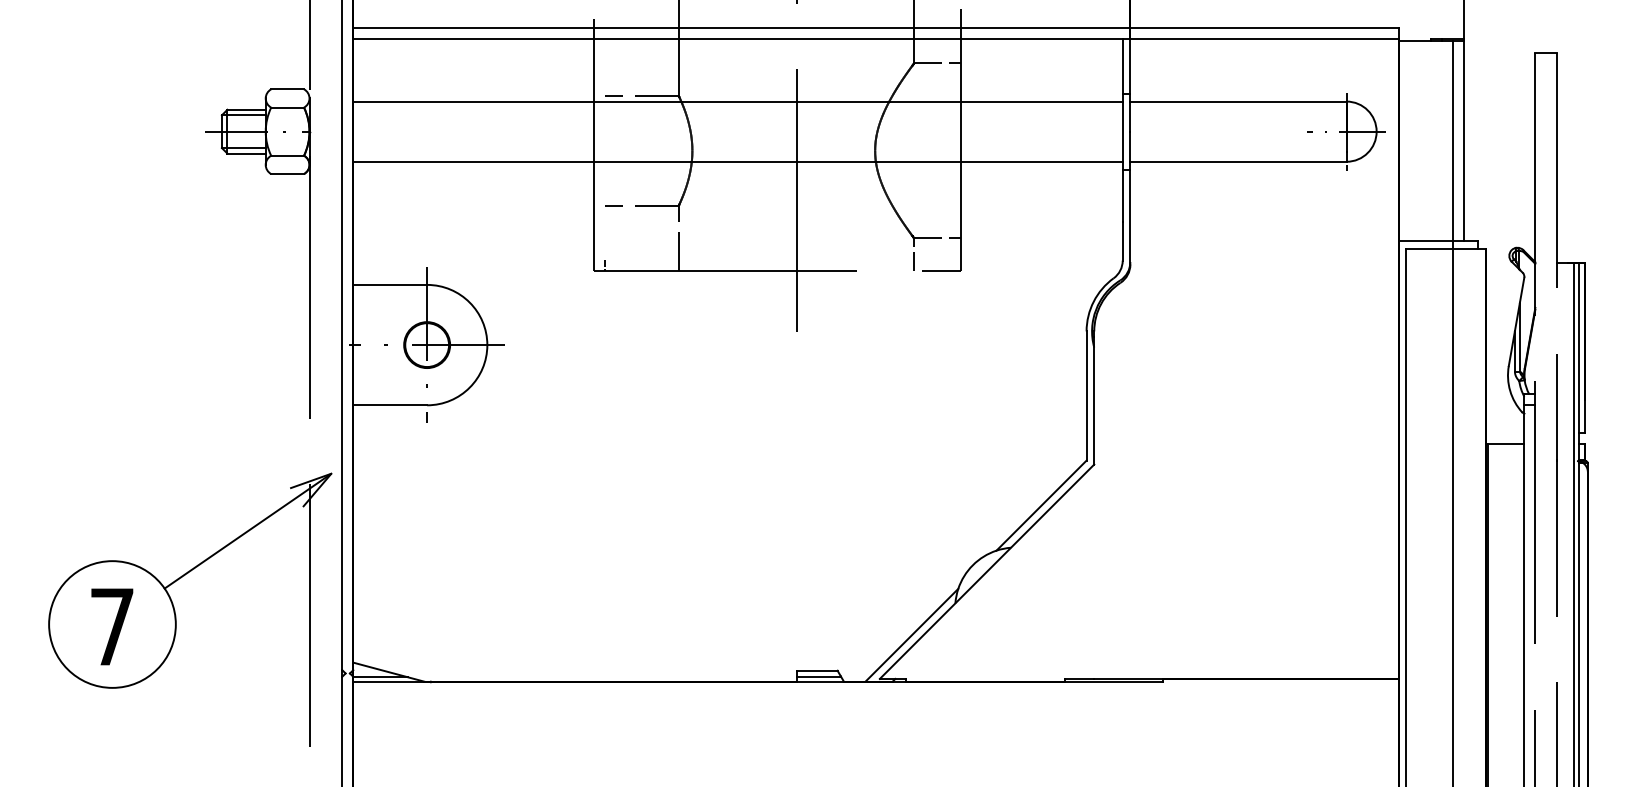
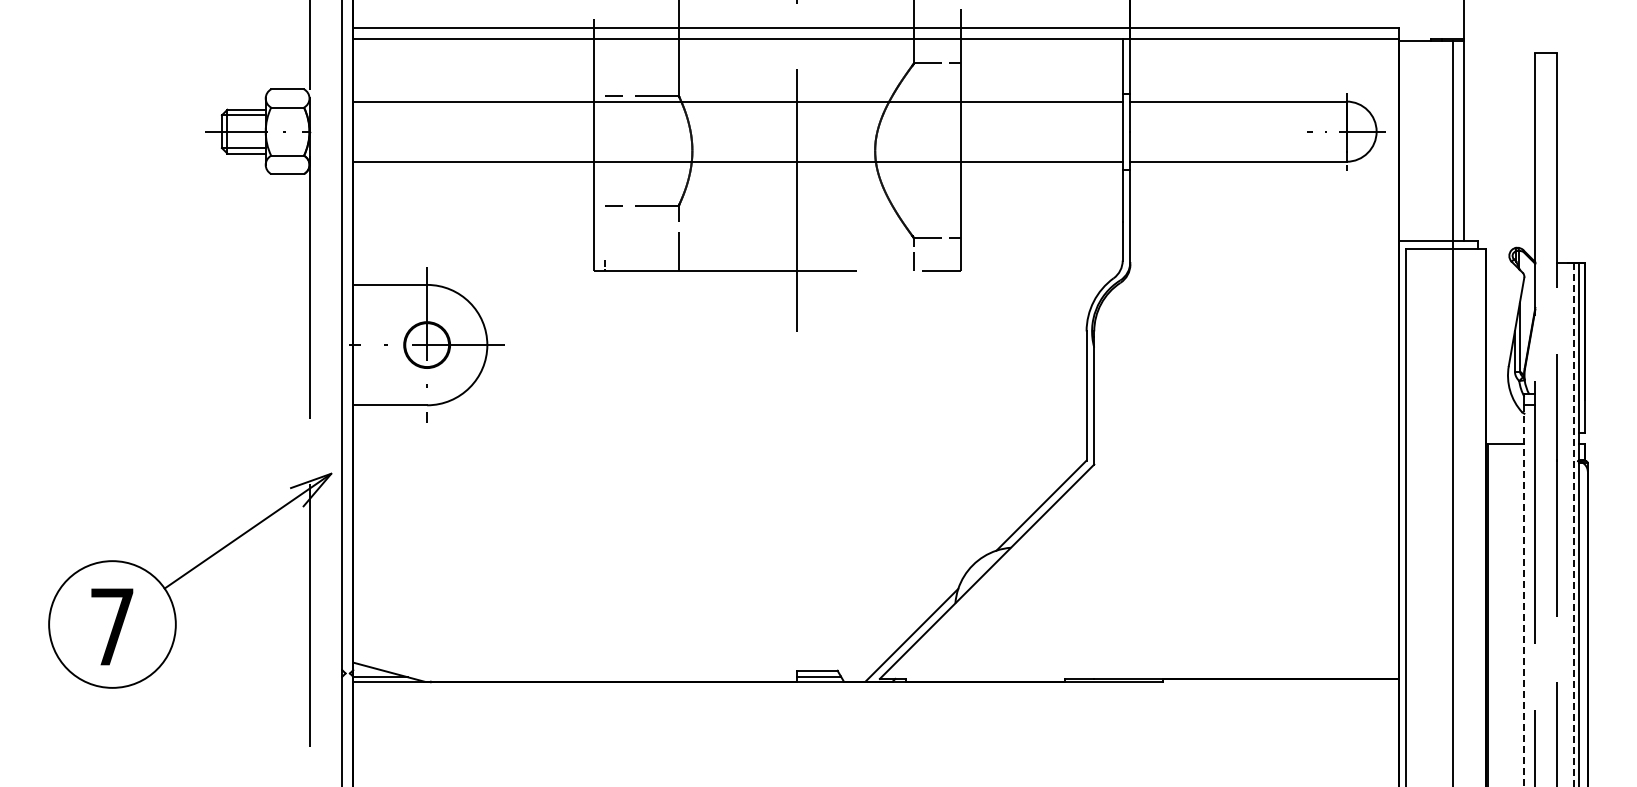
line at (1573, 524): solid -> dashed
line at (1524, 596): solid -> dashed
